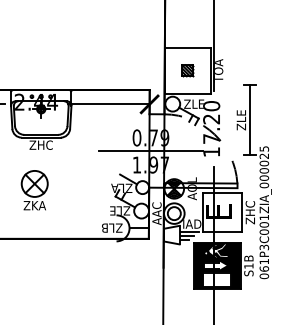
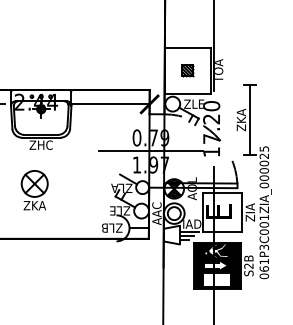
text at (240, 119): ZLE -> ZKA
text at (250, 212): ZHC -> ZIA
text at (248, 265): S1B -> S2B
